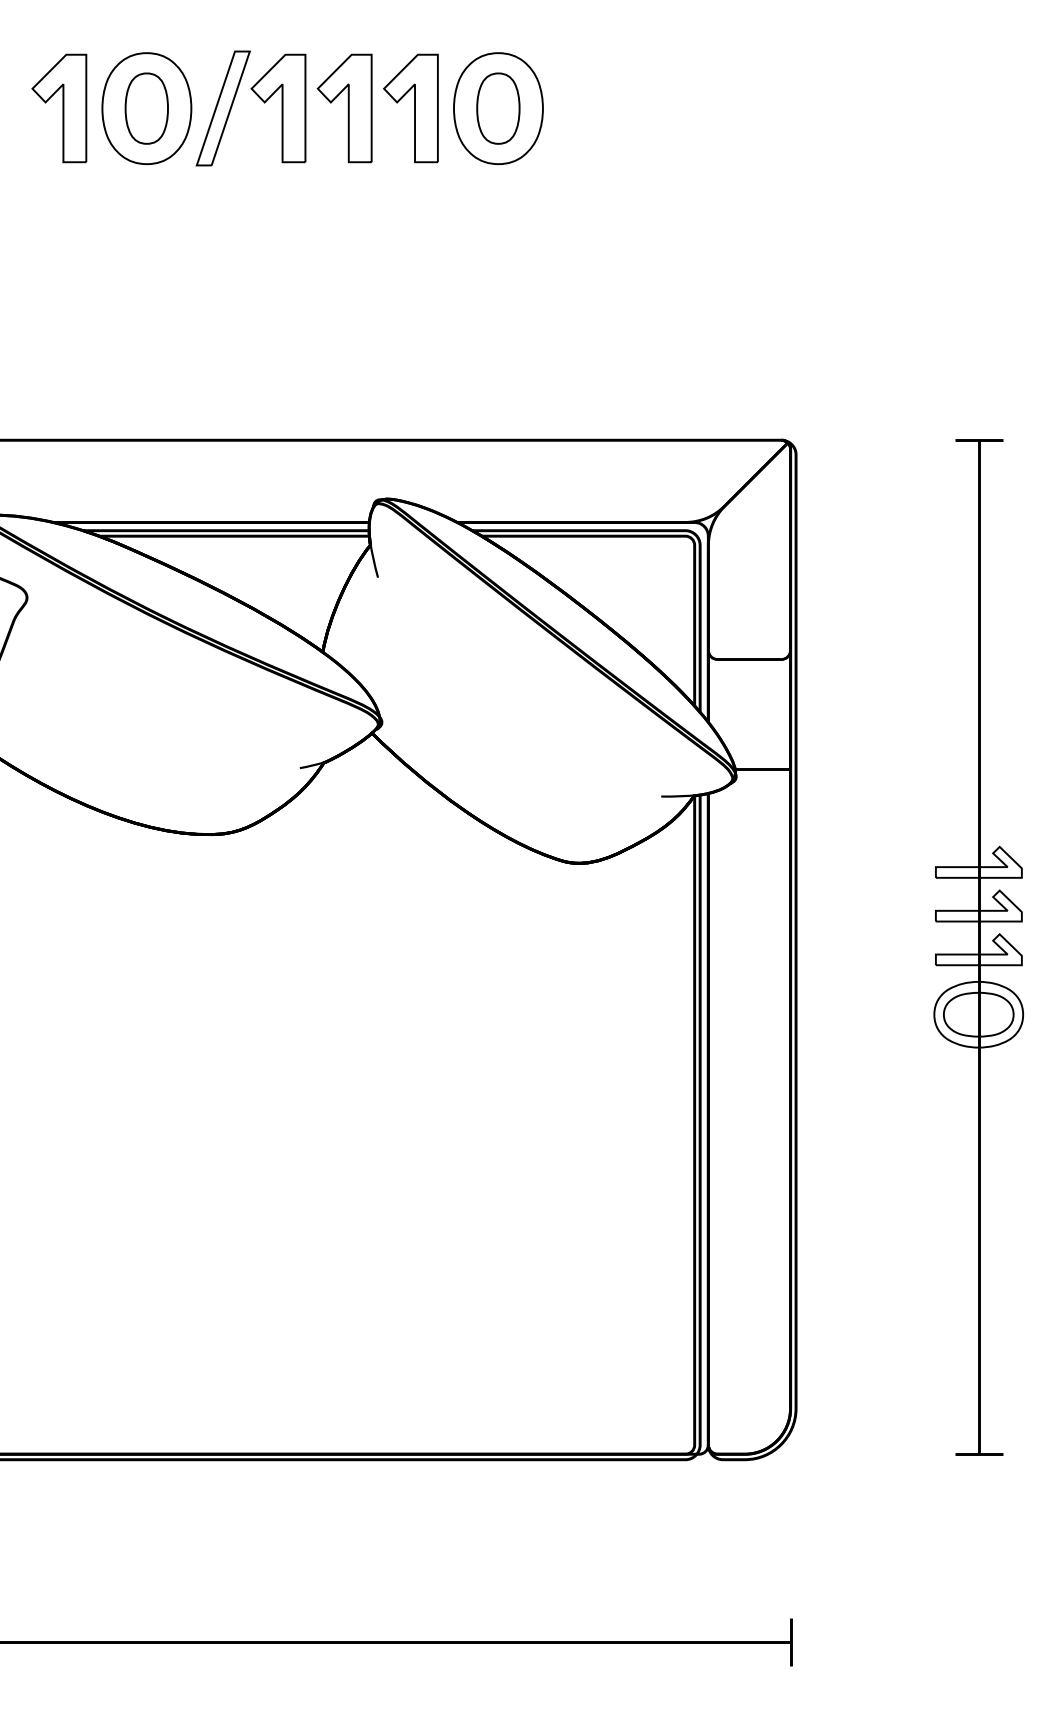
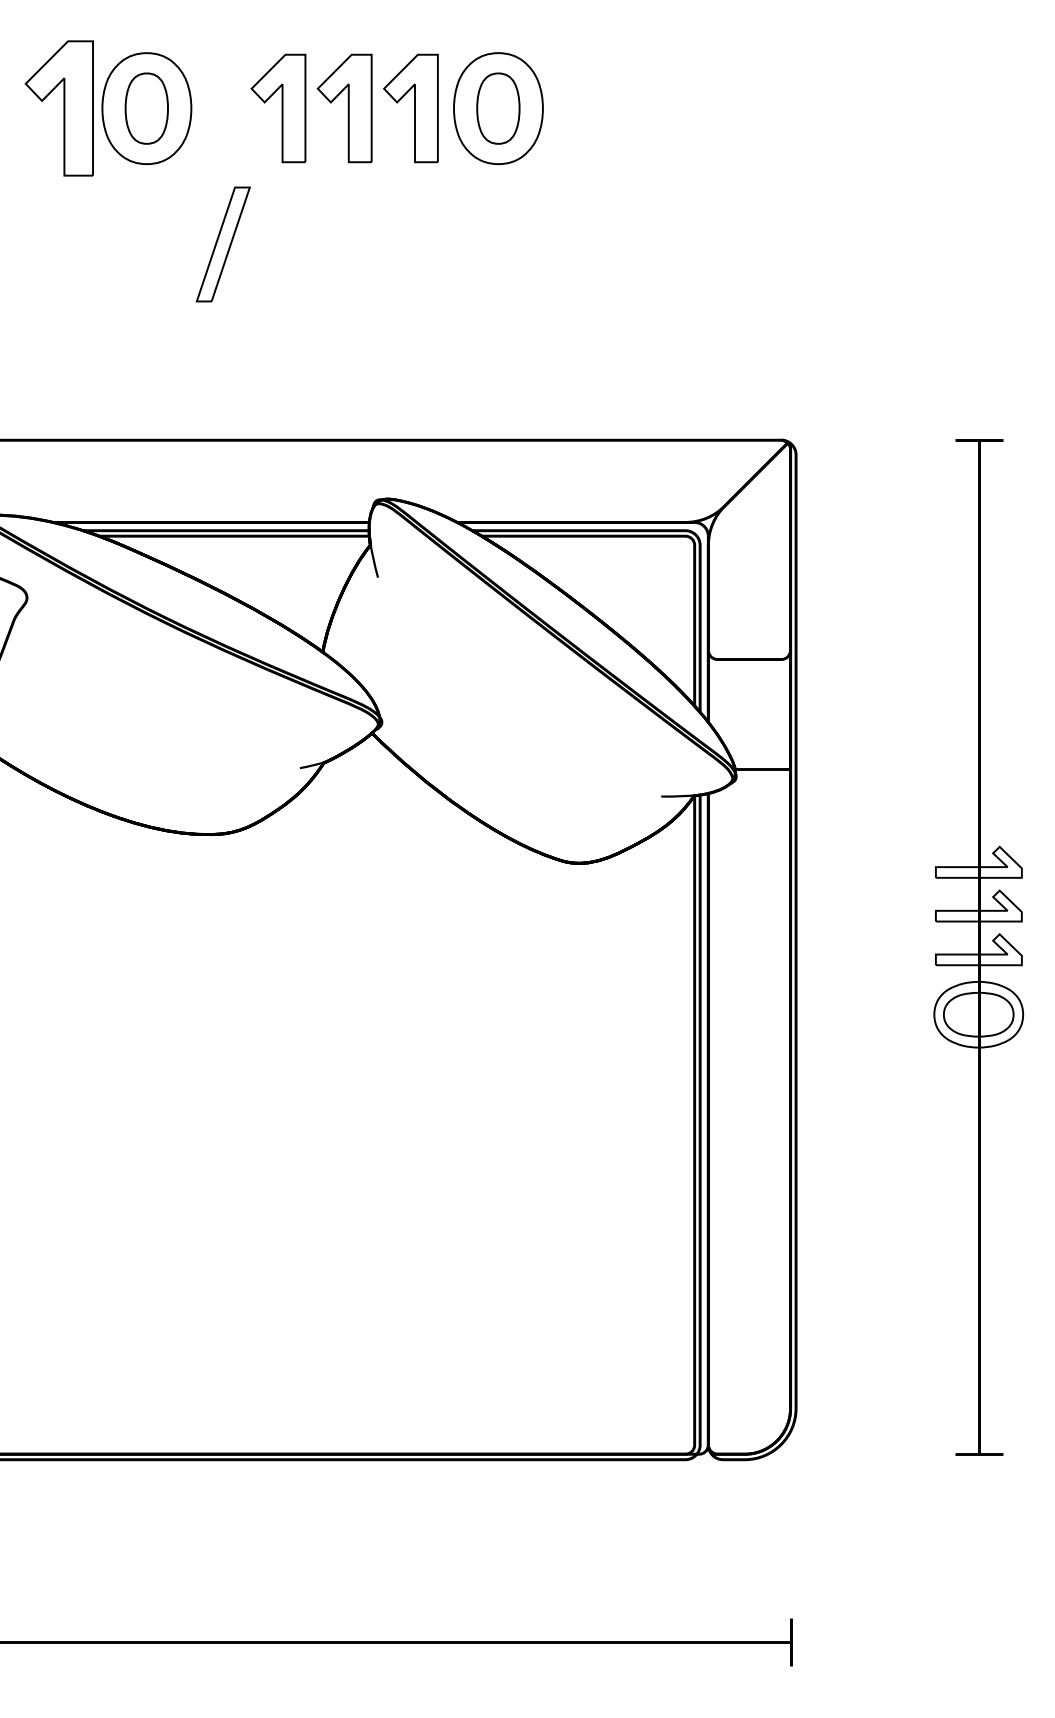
part at (59, 108) size: 57x111 px -> 70x137 px
part at (222, 108) position: (222, 108) -> (222, 244)
